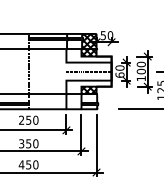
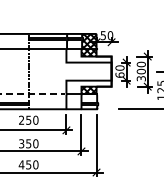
line at (88, 71): present -> none
text at (140, 78): 100 -> 300
line at (32, 94): solid -> dashed
